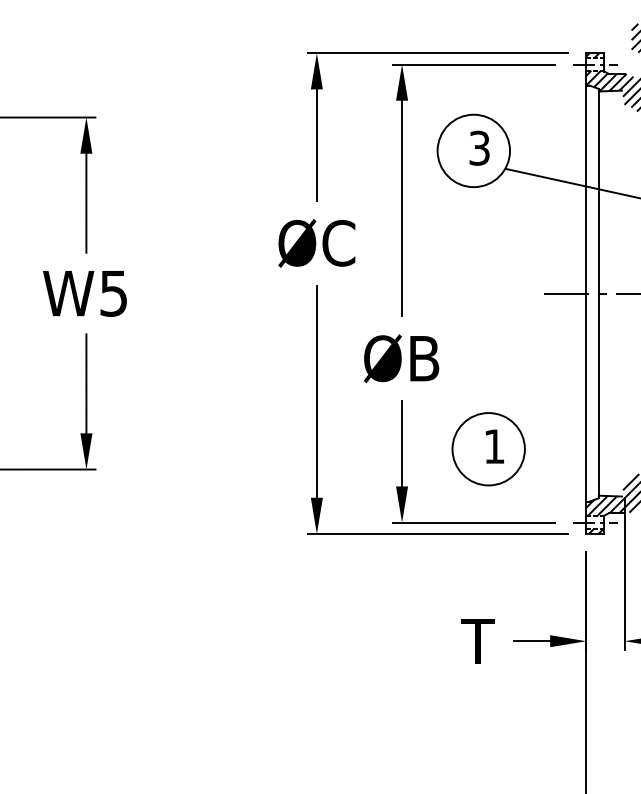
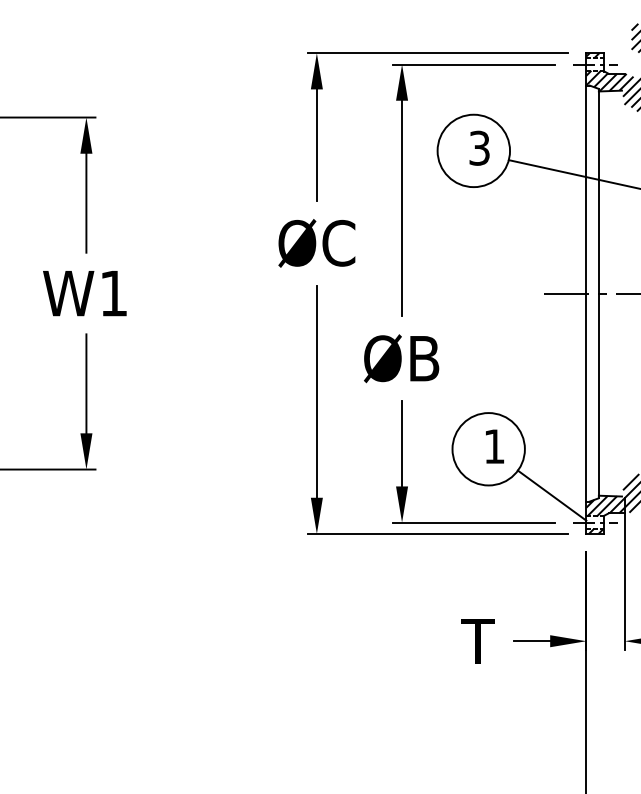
line at (571, 183) position: (571, 183) -> (572, 174)
text at (113, 293): W5 -> W1
line at (551, 495): none -> present
